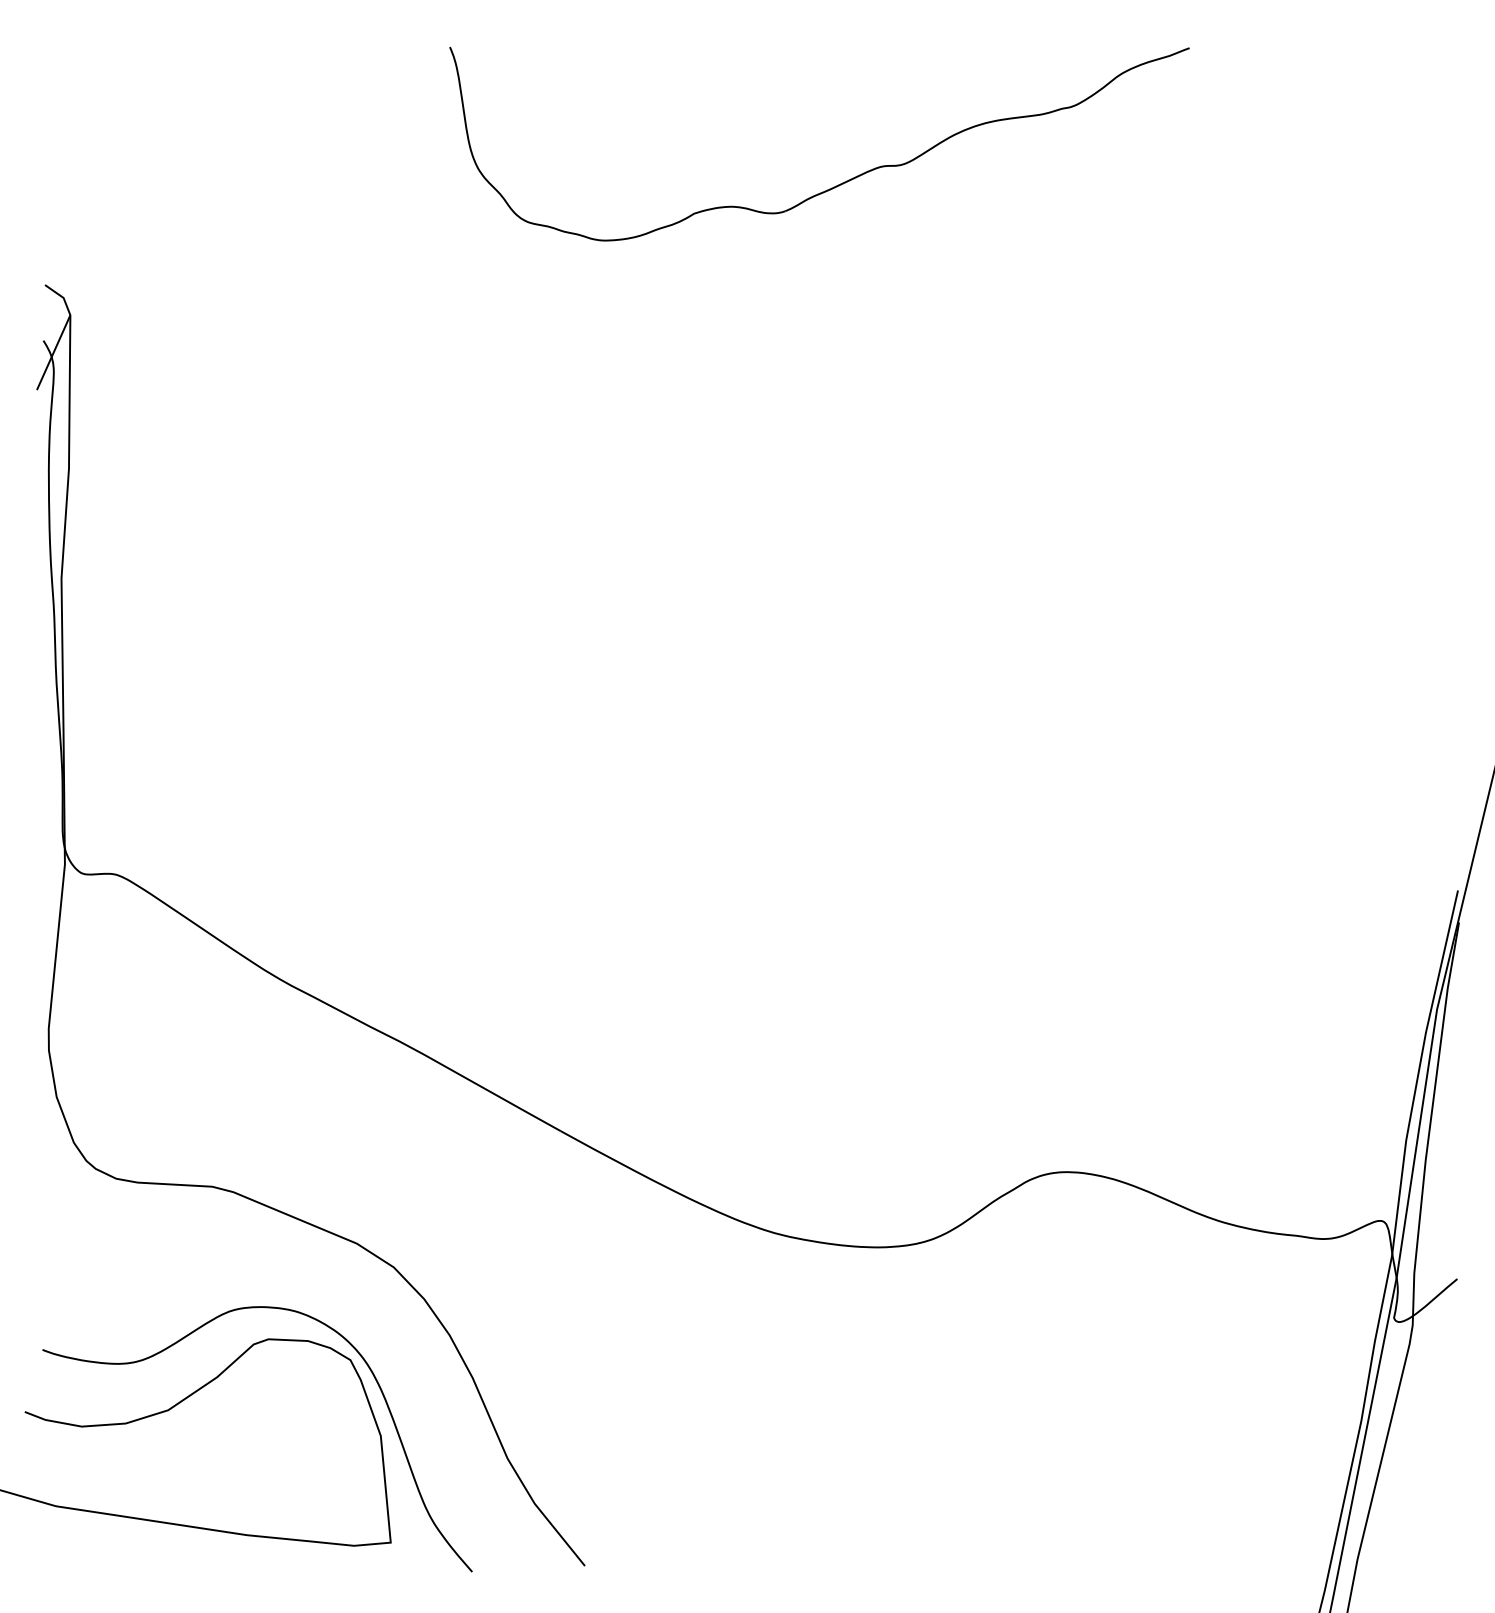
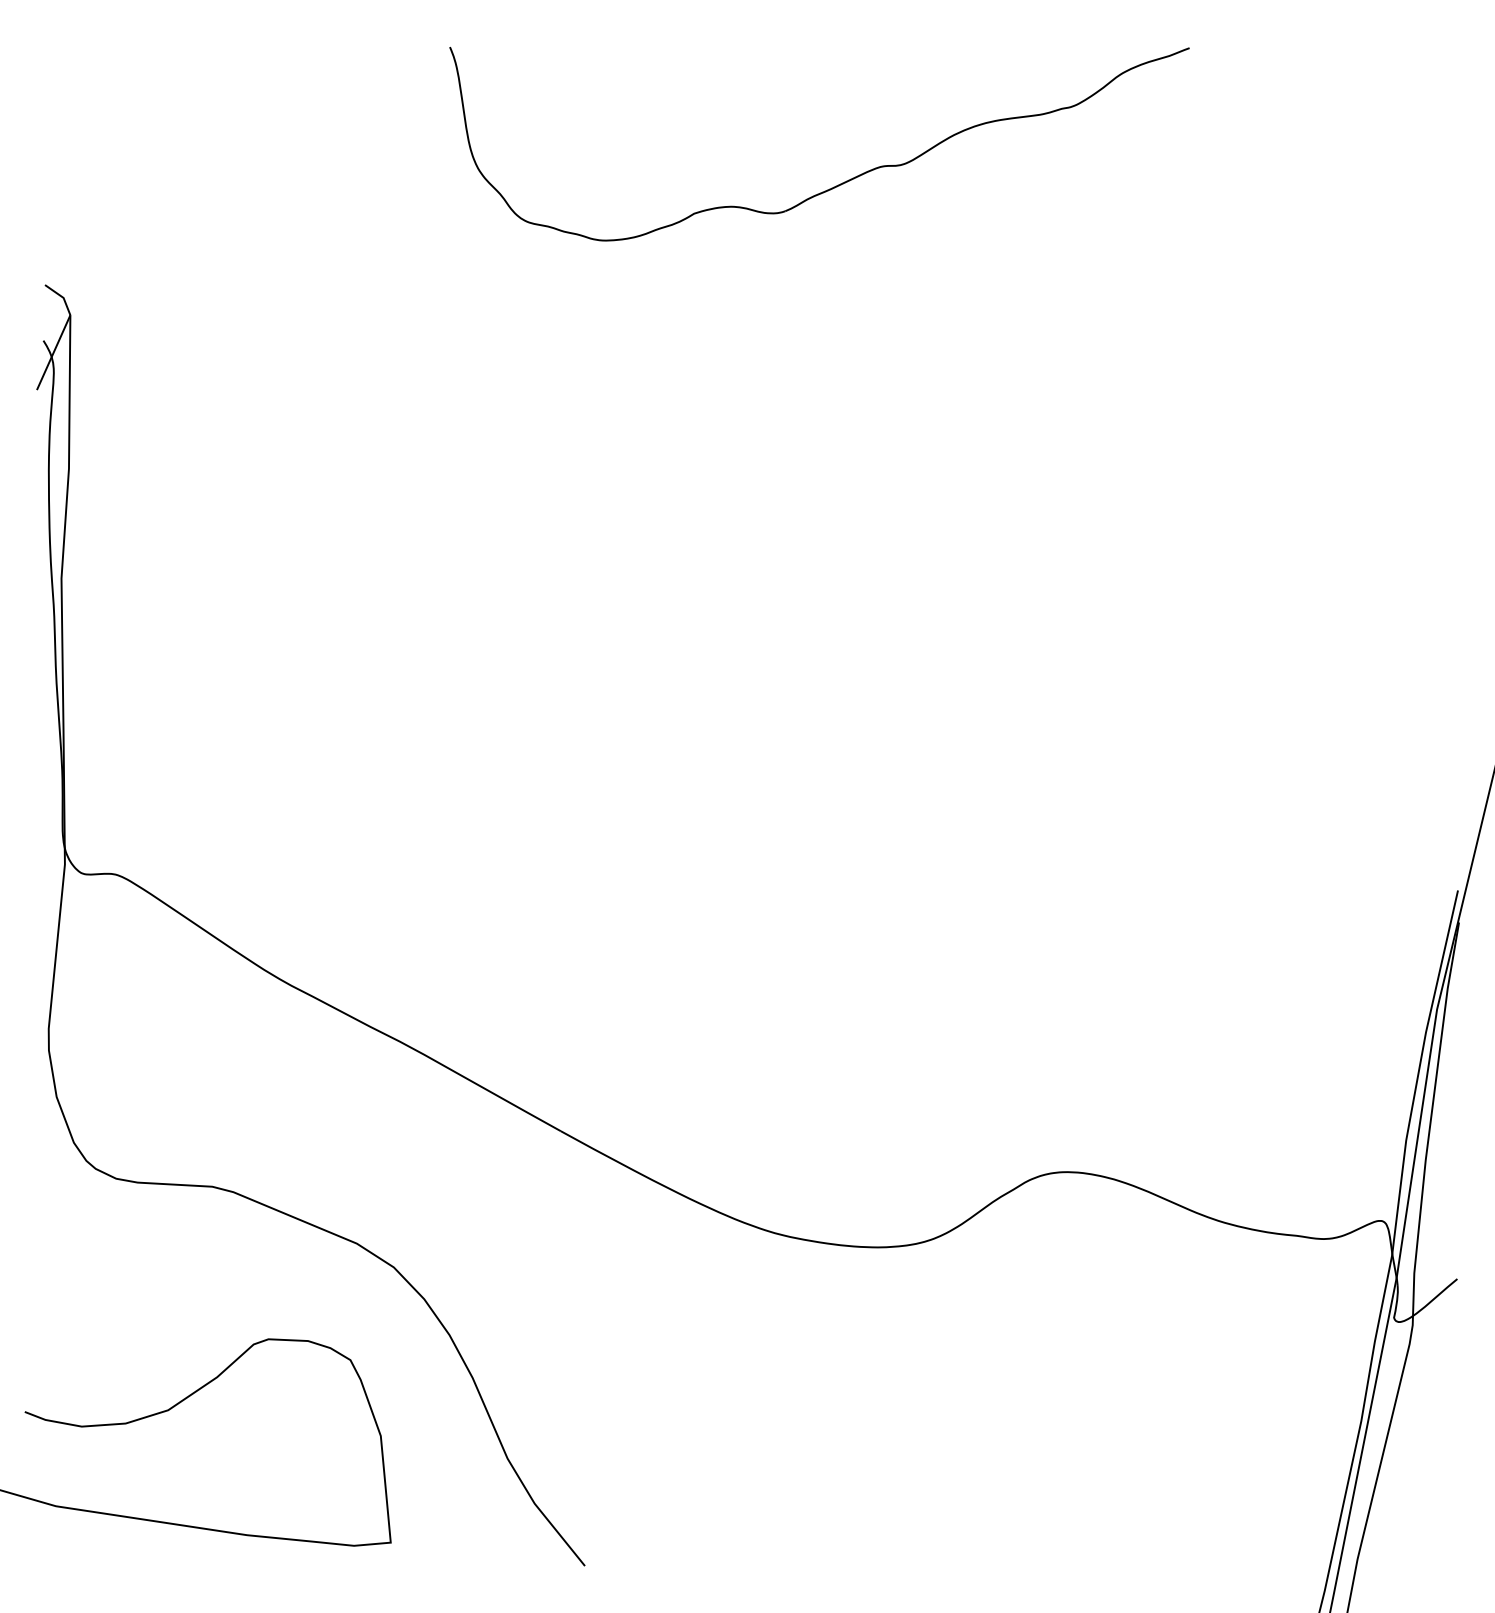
curve at (194, 1332): present -> none
